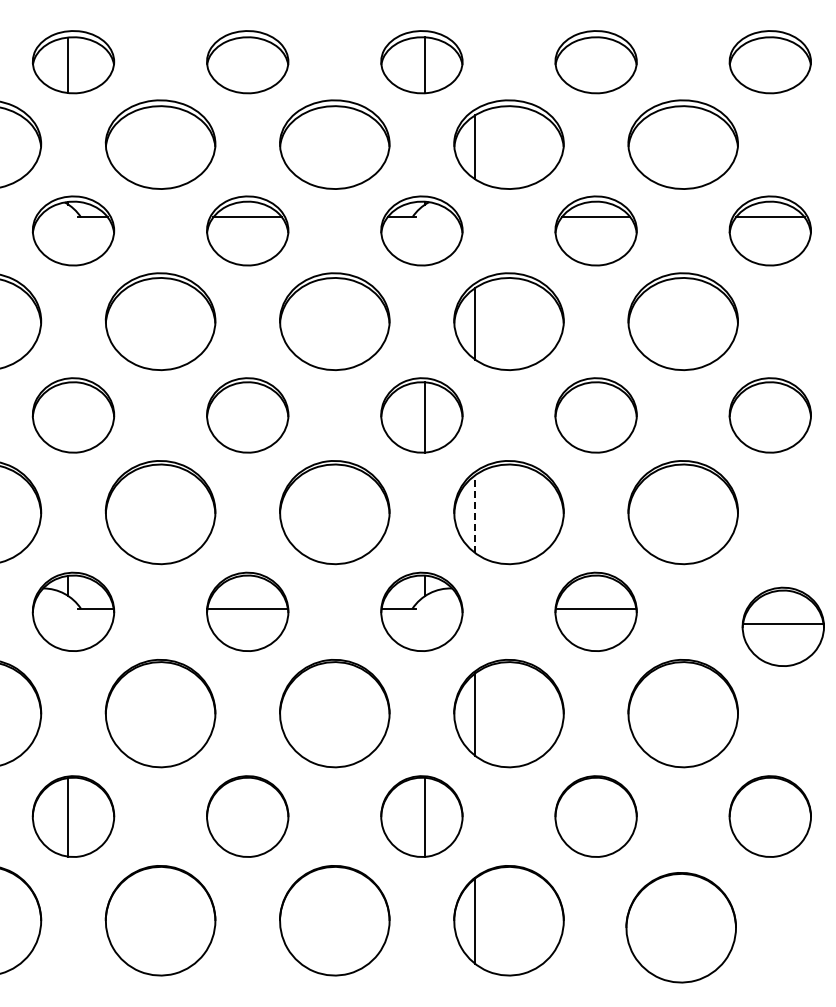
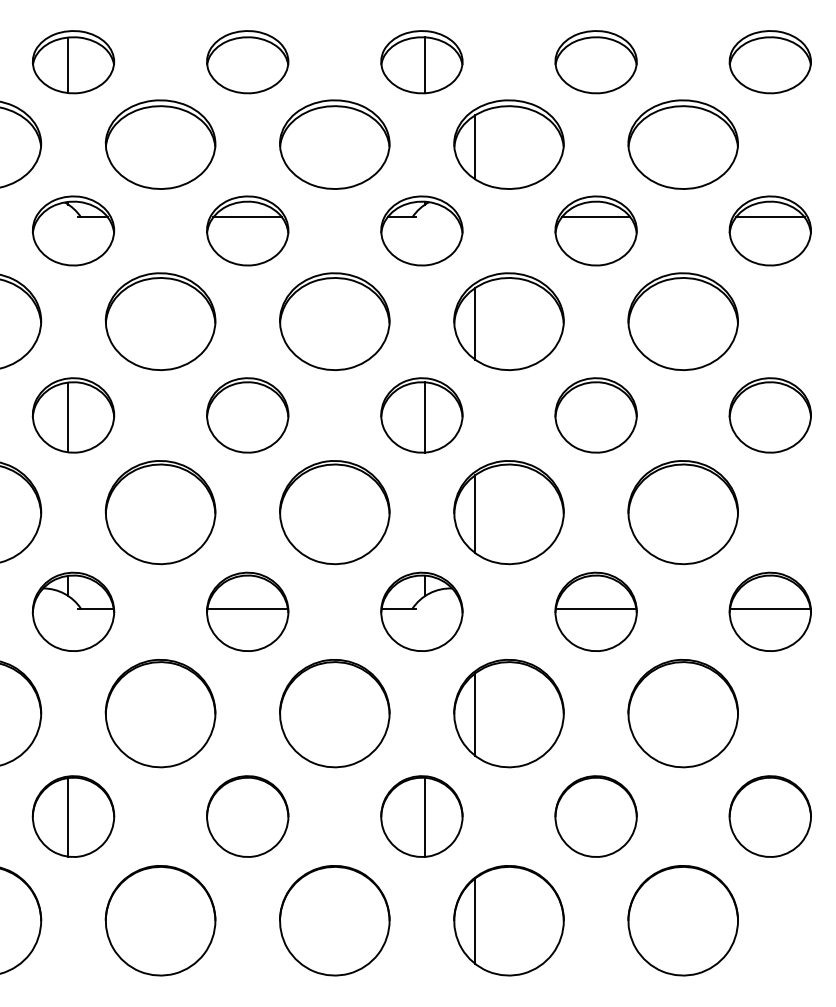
line at (68, 417): none -> present
line at (475, 514): dashed -> solid
part at (782, 626) position: (782, 626) -> (769, 611)
part at (680, 927) position: (680, 927) -> (682, 920)
